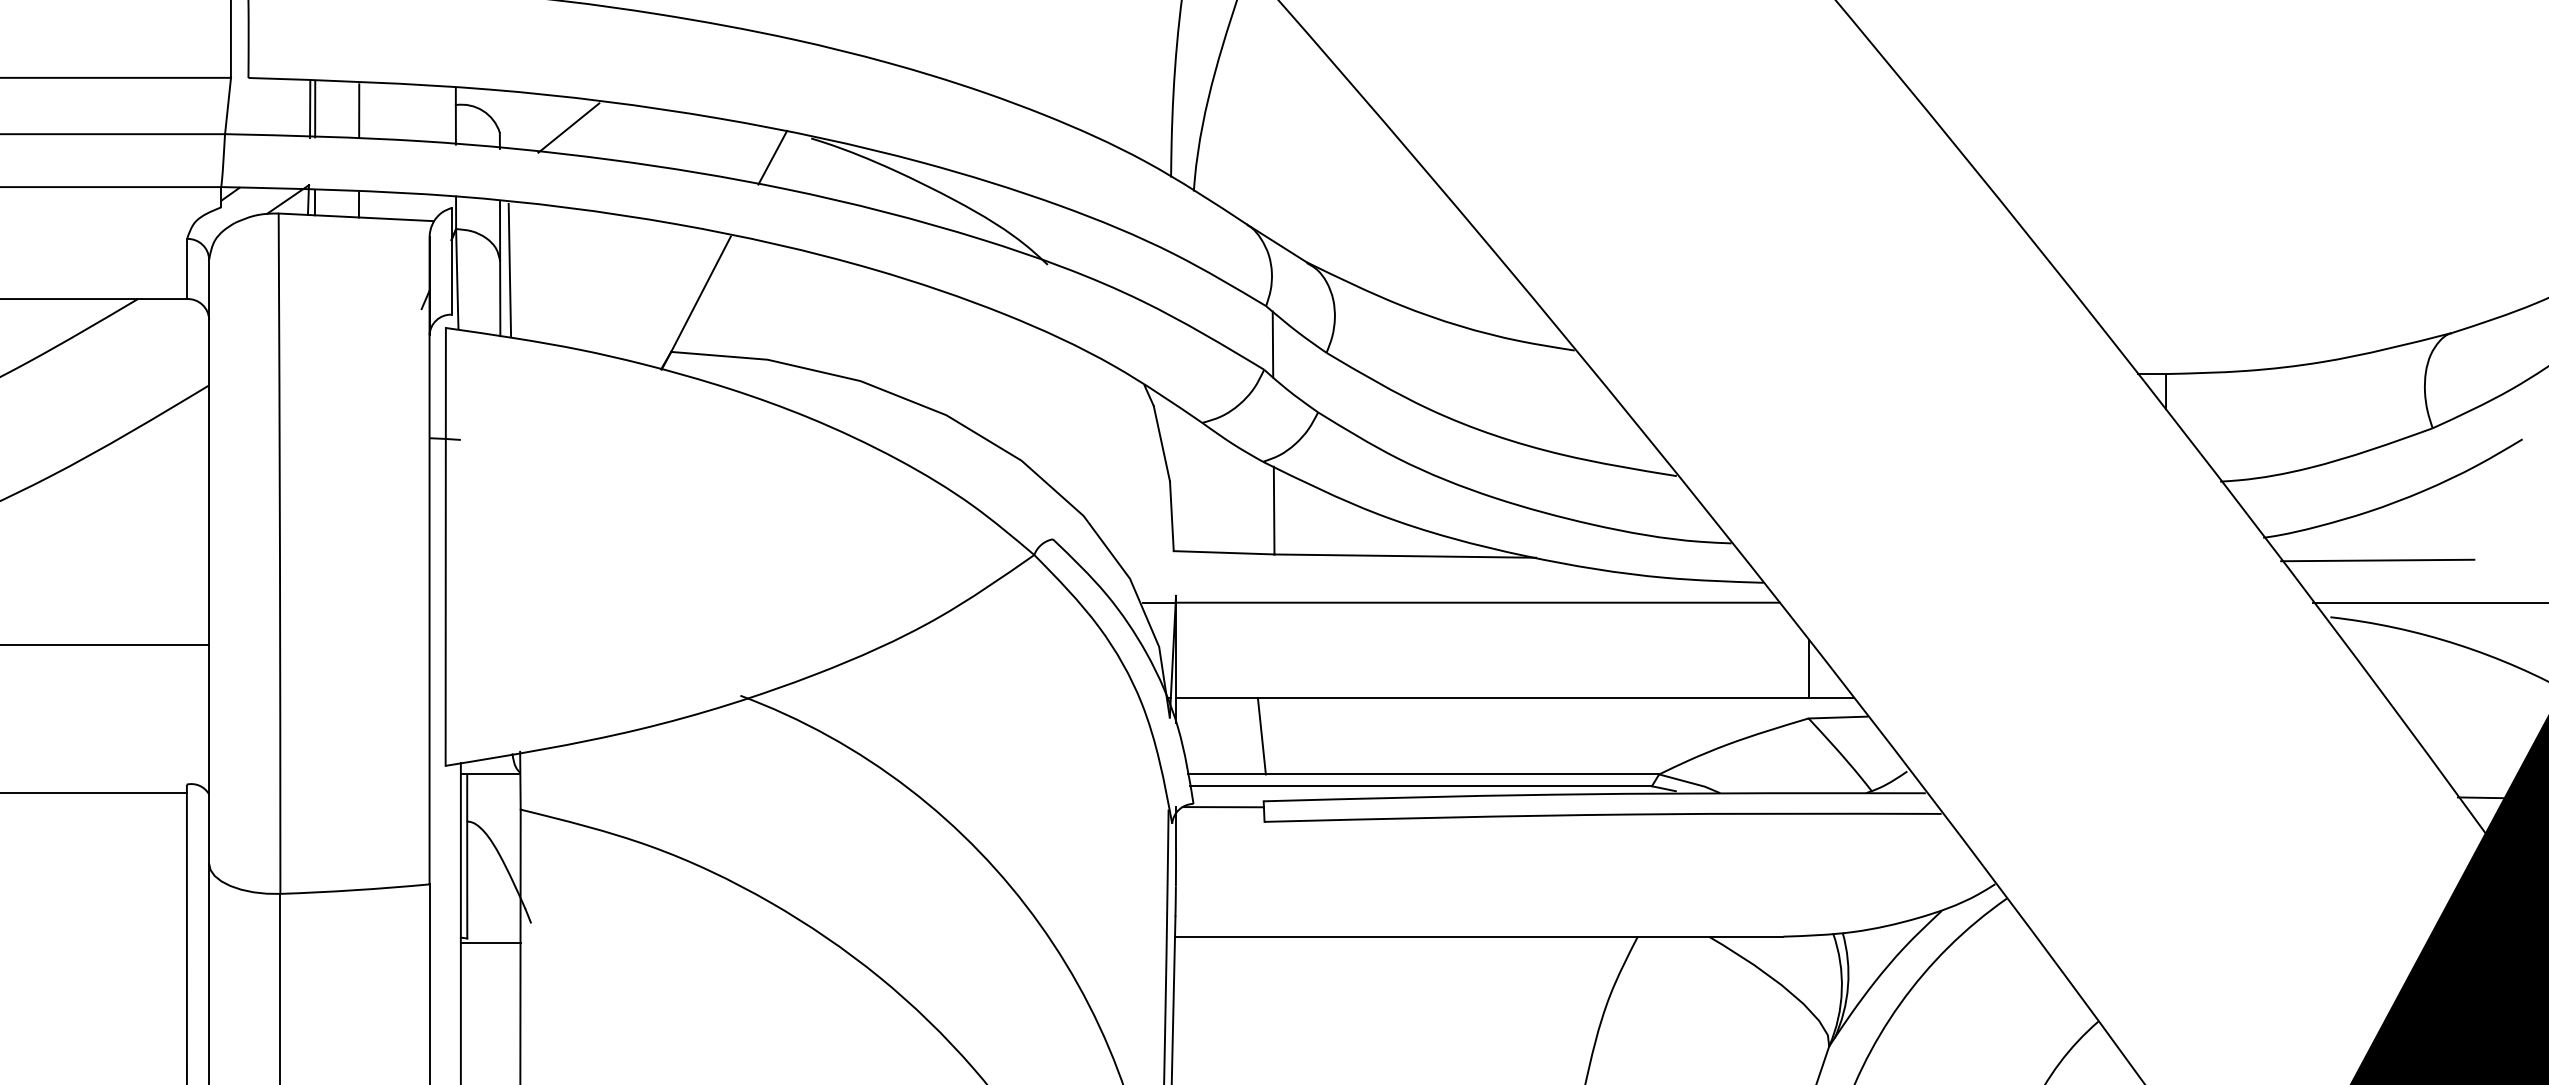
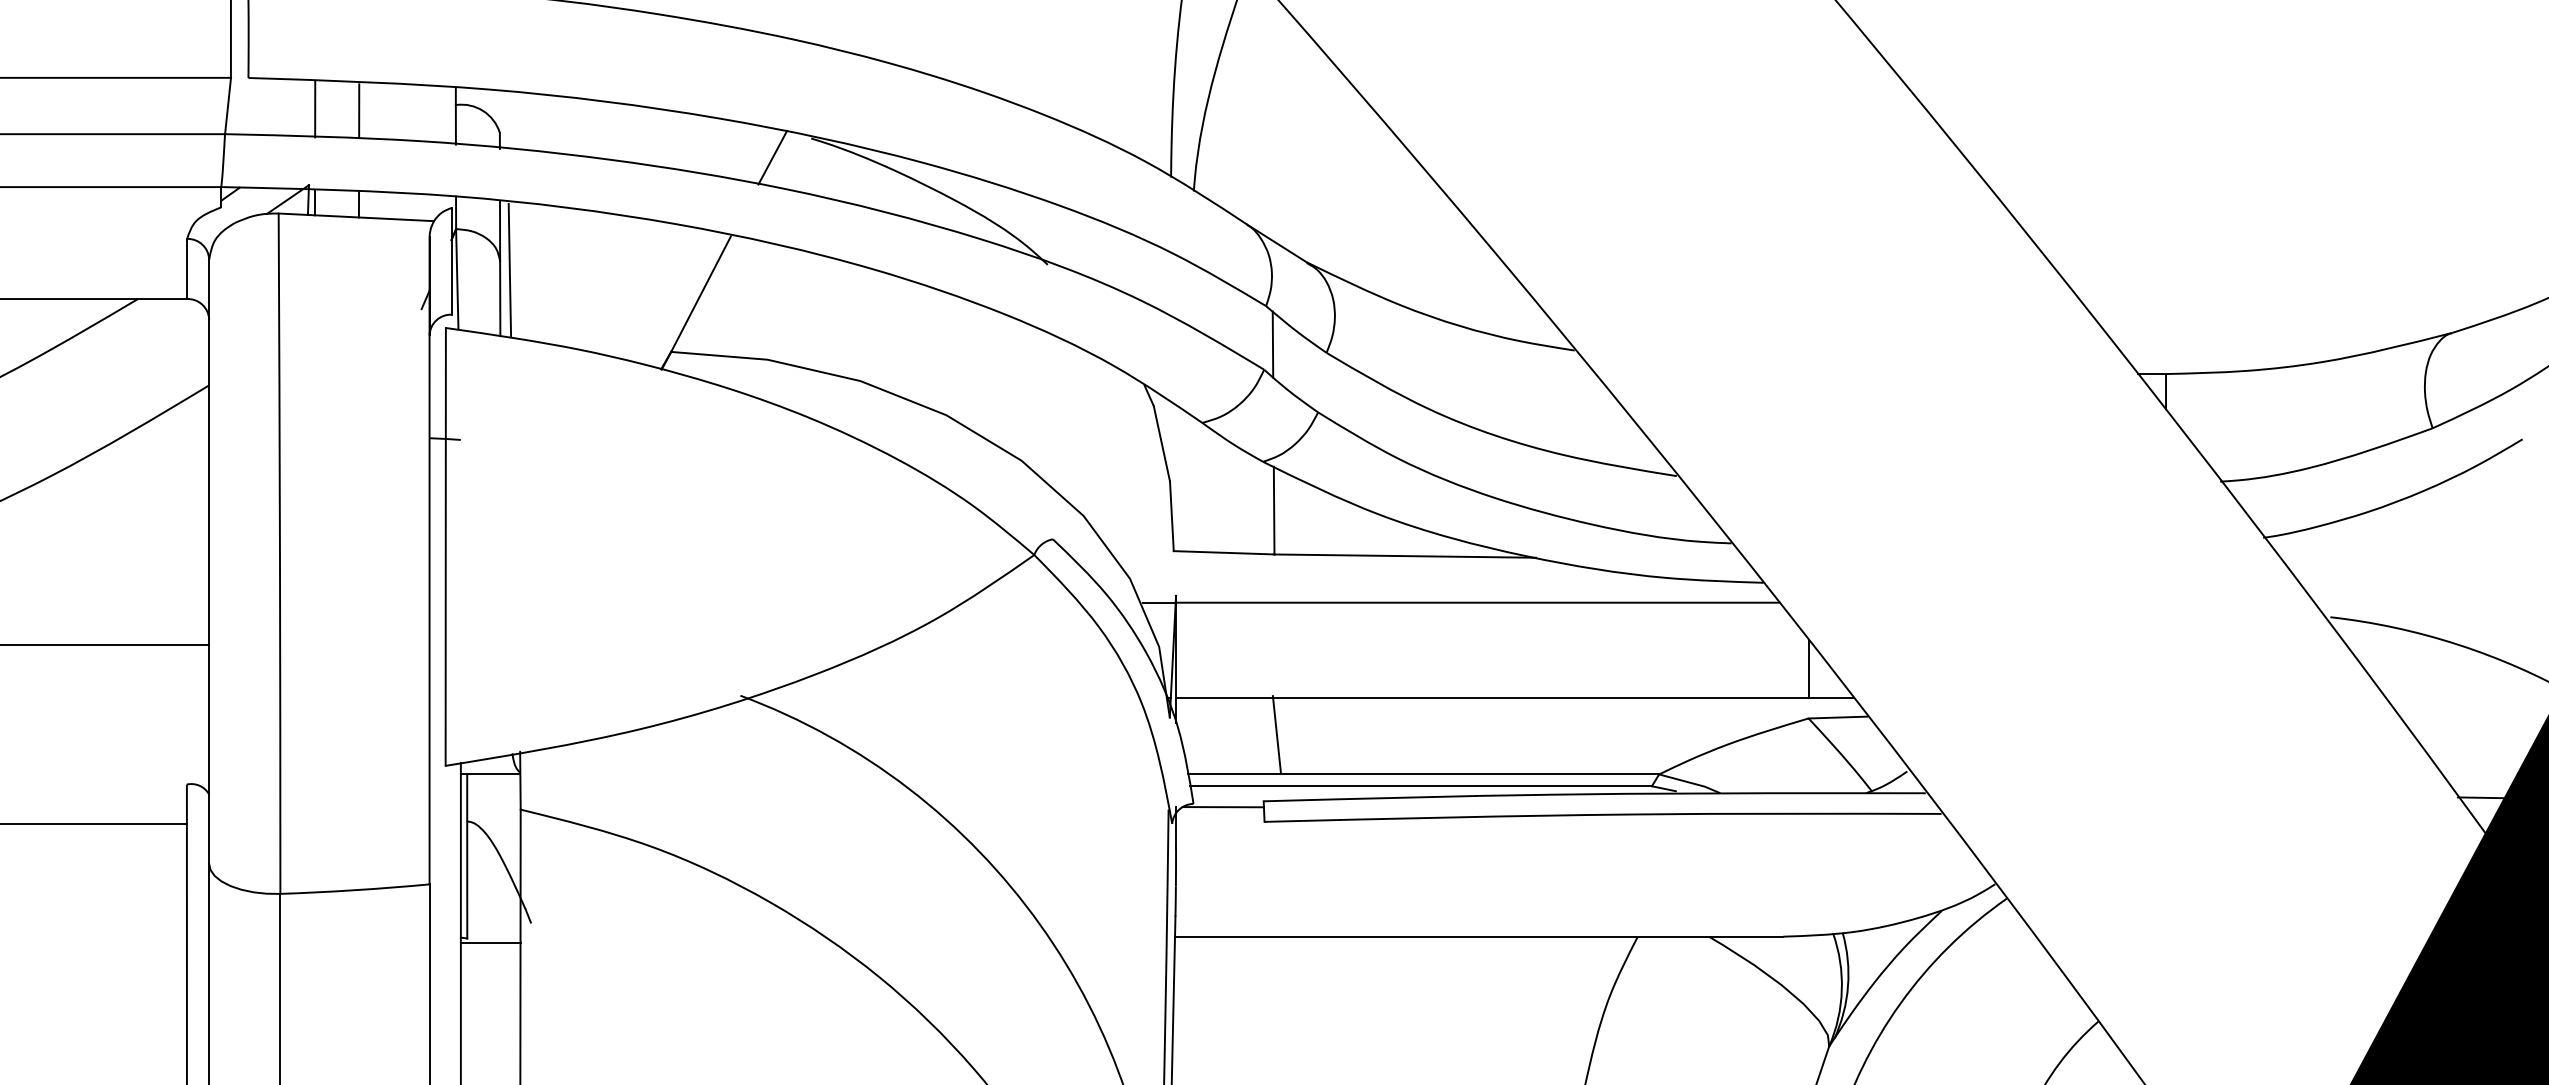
line at (310, 108): present -> none
line at (568, 127): present -> none
line at (2377, 560): present -> none
line at (2428, 602): present -> none
line at (1261, 736) position: (1261, 736) -> (1276, 734)
line at (94, 793) position: (94, 793) -> (94, 824)
